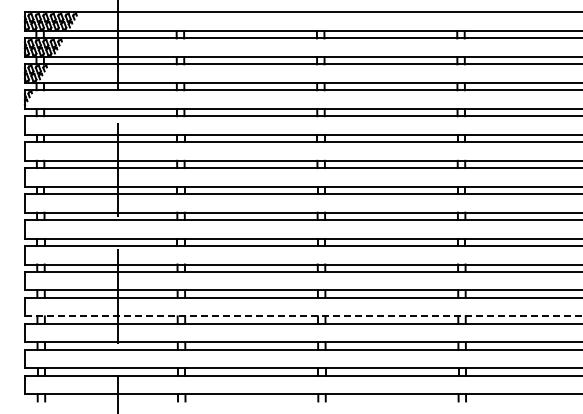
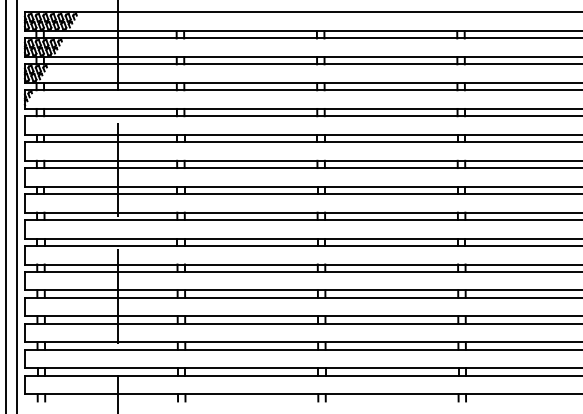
line at (6, 206): none -> present
line at (17, 206): none -> present
line at (303, 316): dashed -> solid
